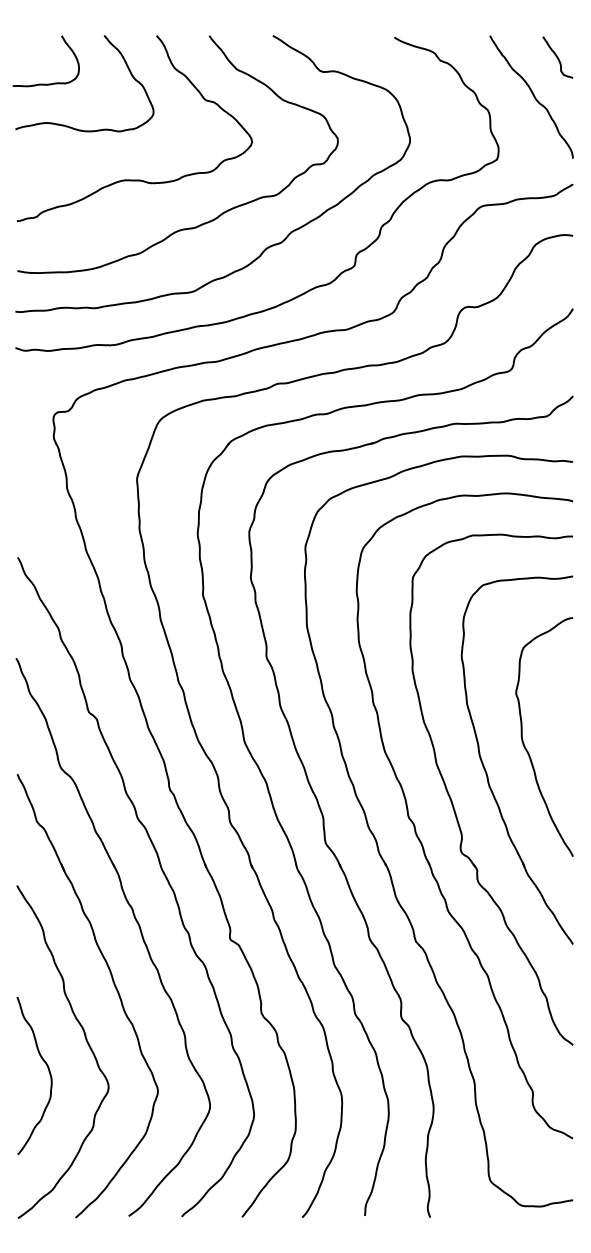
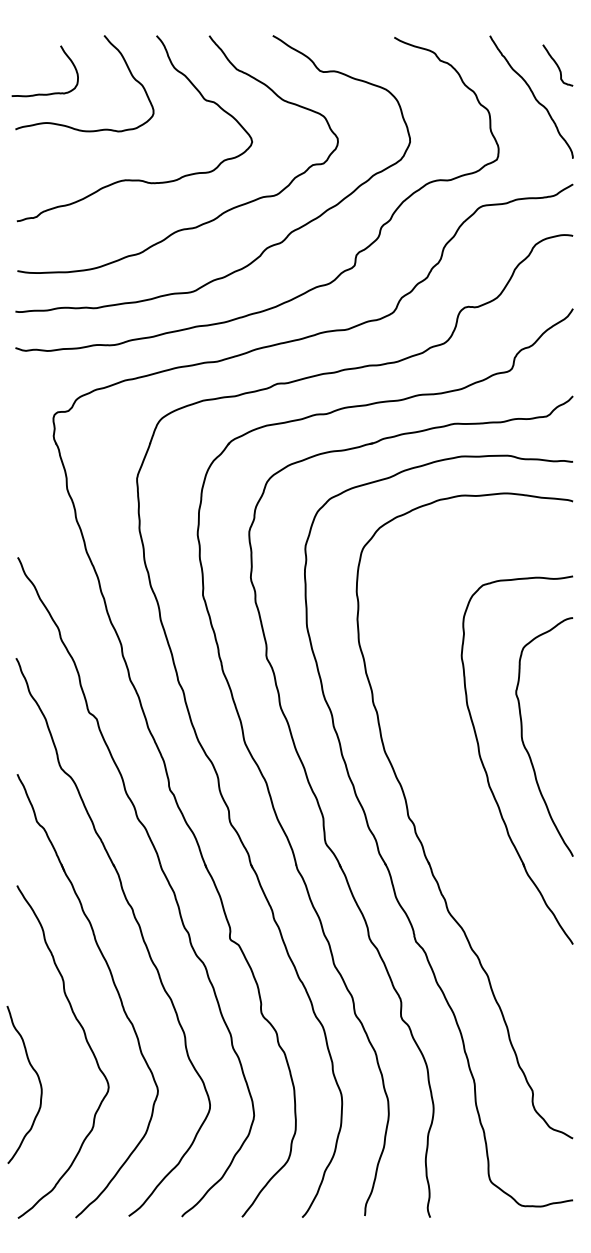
curve at (557, 57) position: (557, 57) -> (557, 65)
curve at (45, 83) position: (45, 83) -> (44, 93)
part at (453, 803): present -> none
curve at (48, 1071) position: (48, 1071) -> (38, 1080)
